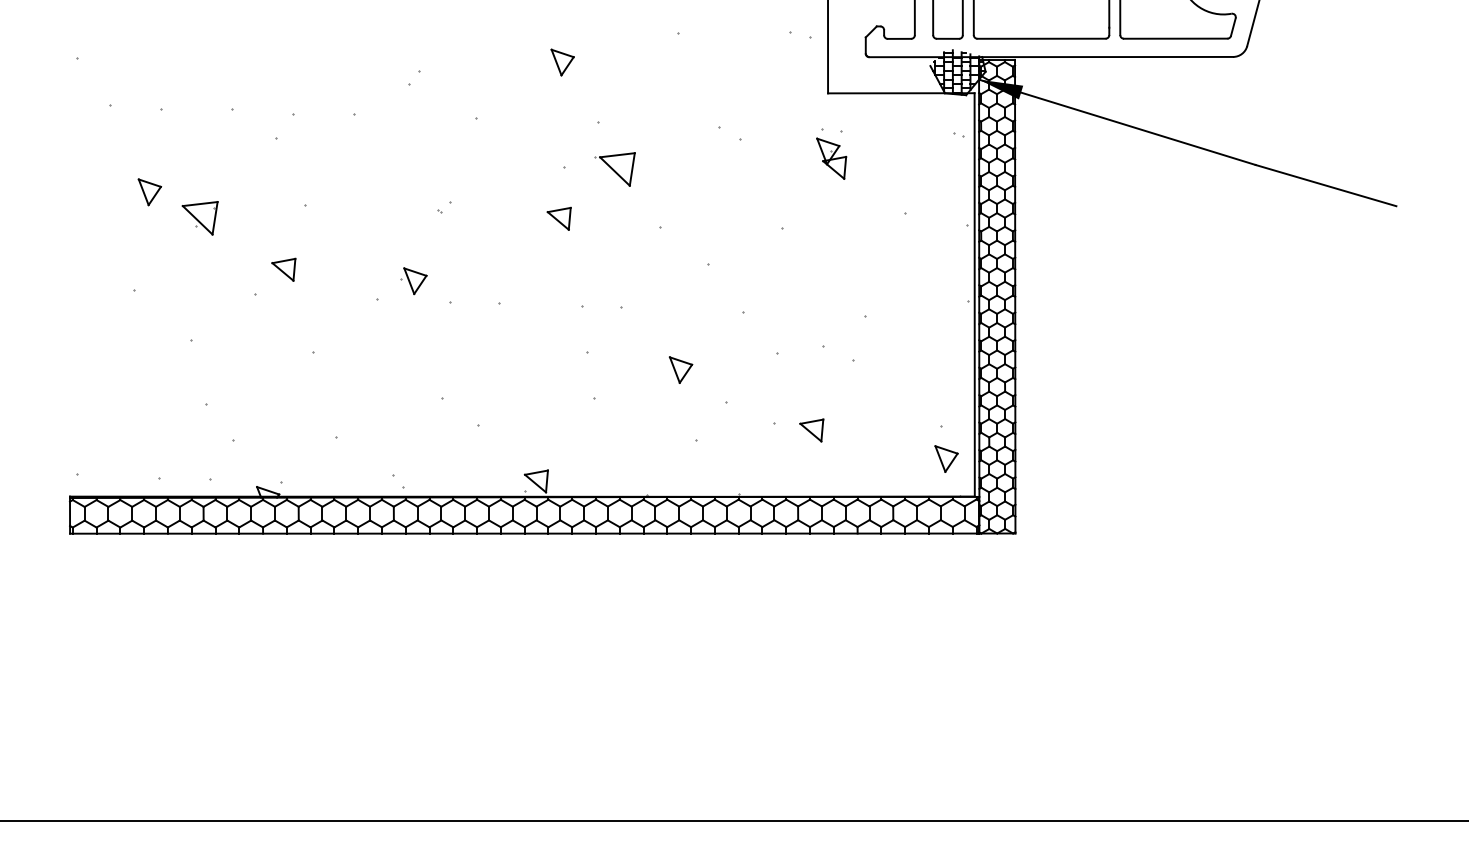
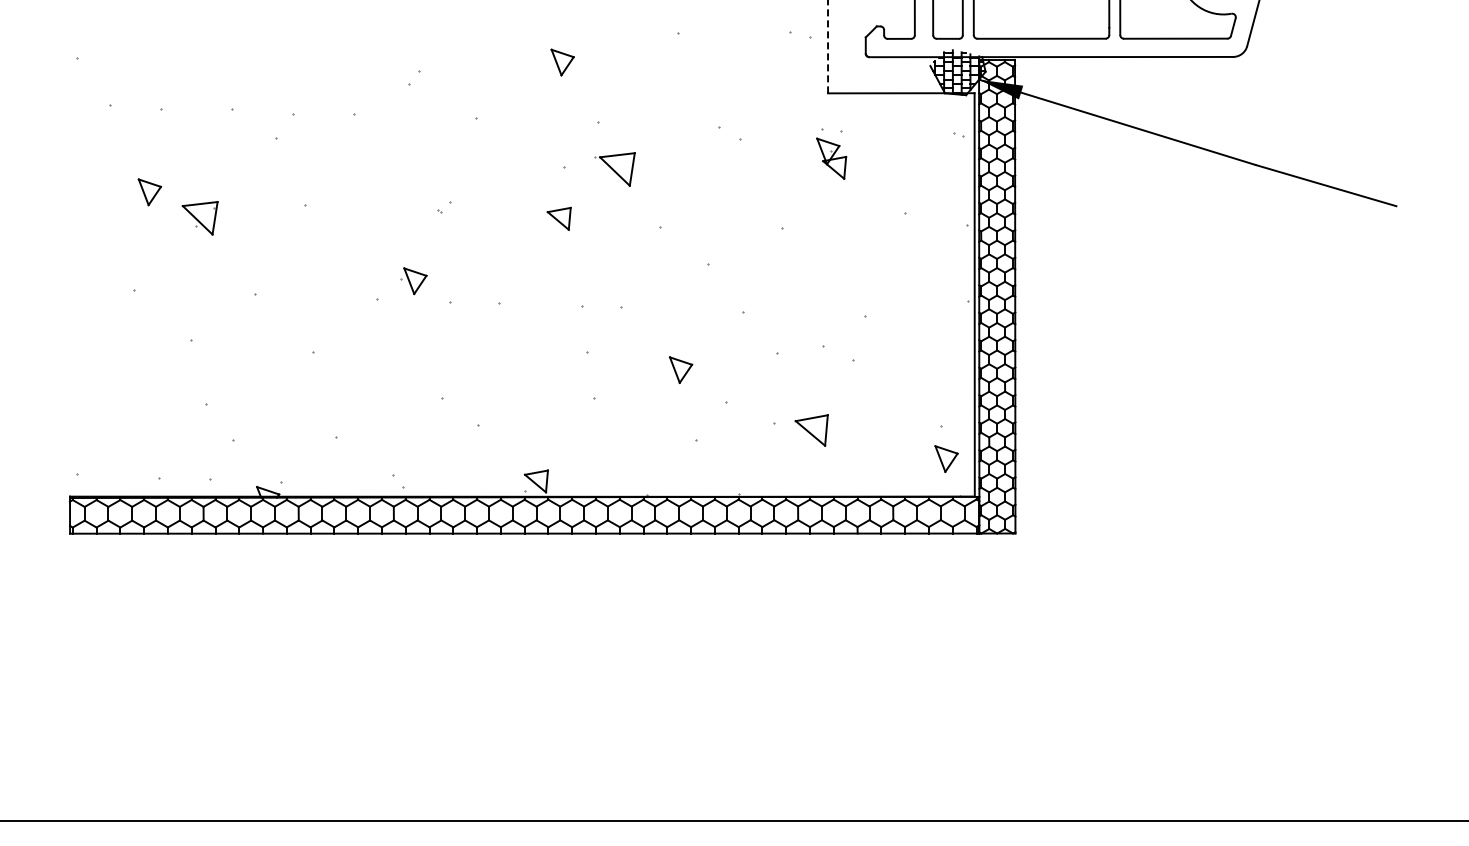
line at (828, 46): solid -> dashed
part at (283, 269): present -> none
part at (811, 430) size: 26x25 px -> 35x33 px
